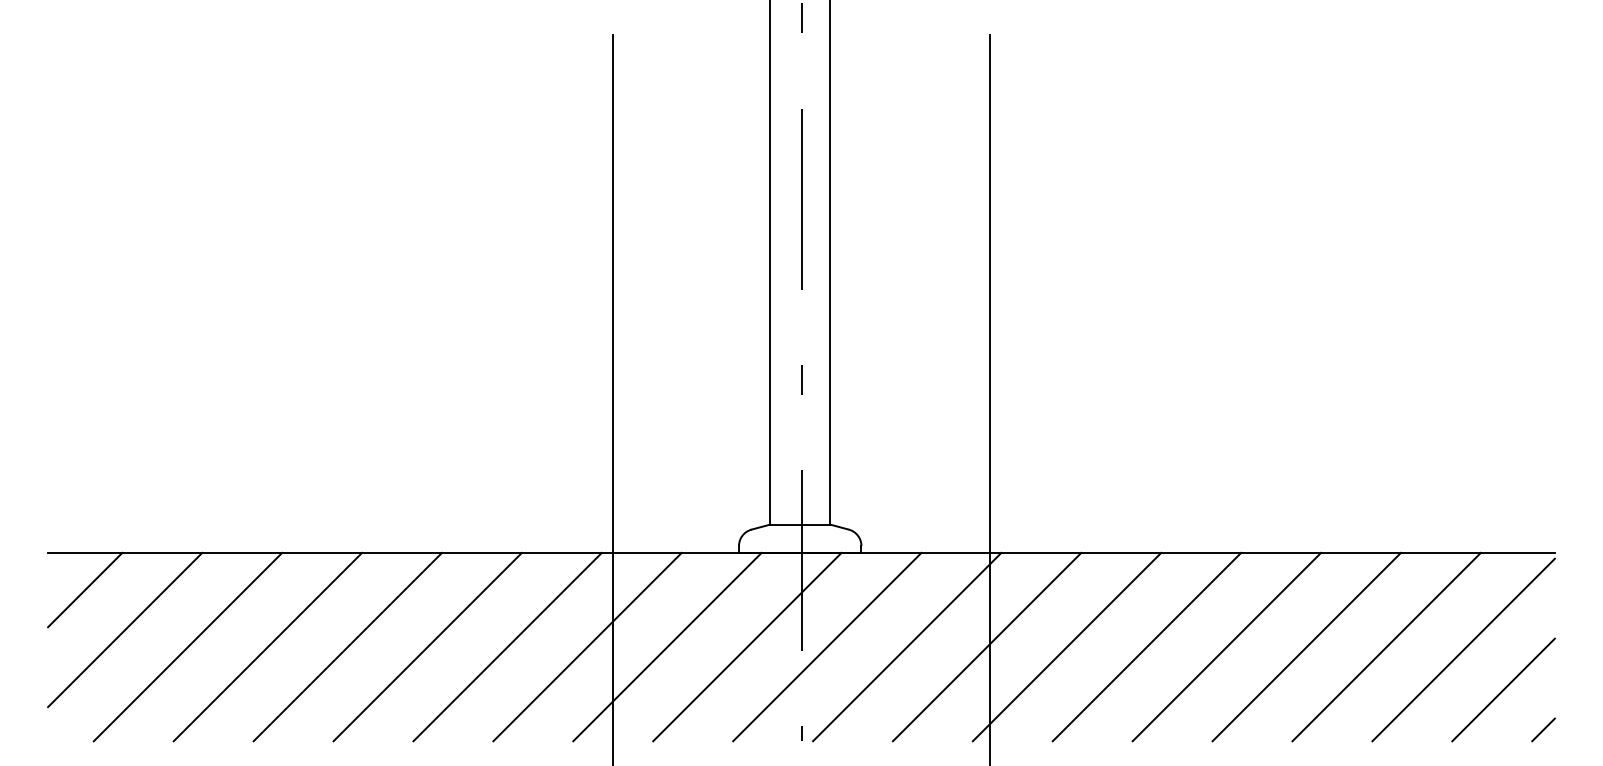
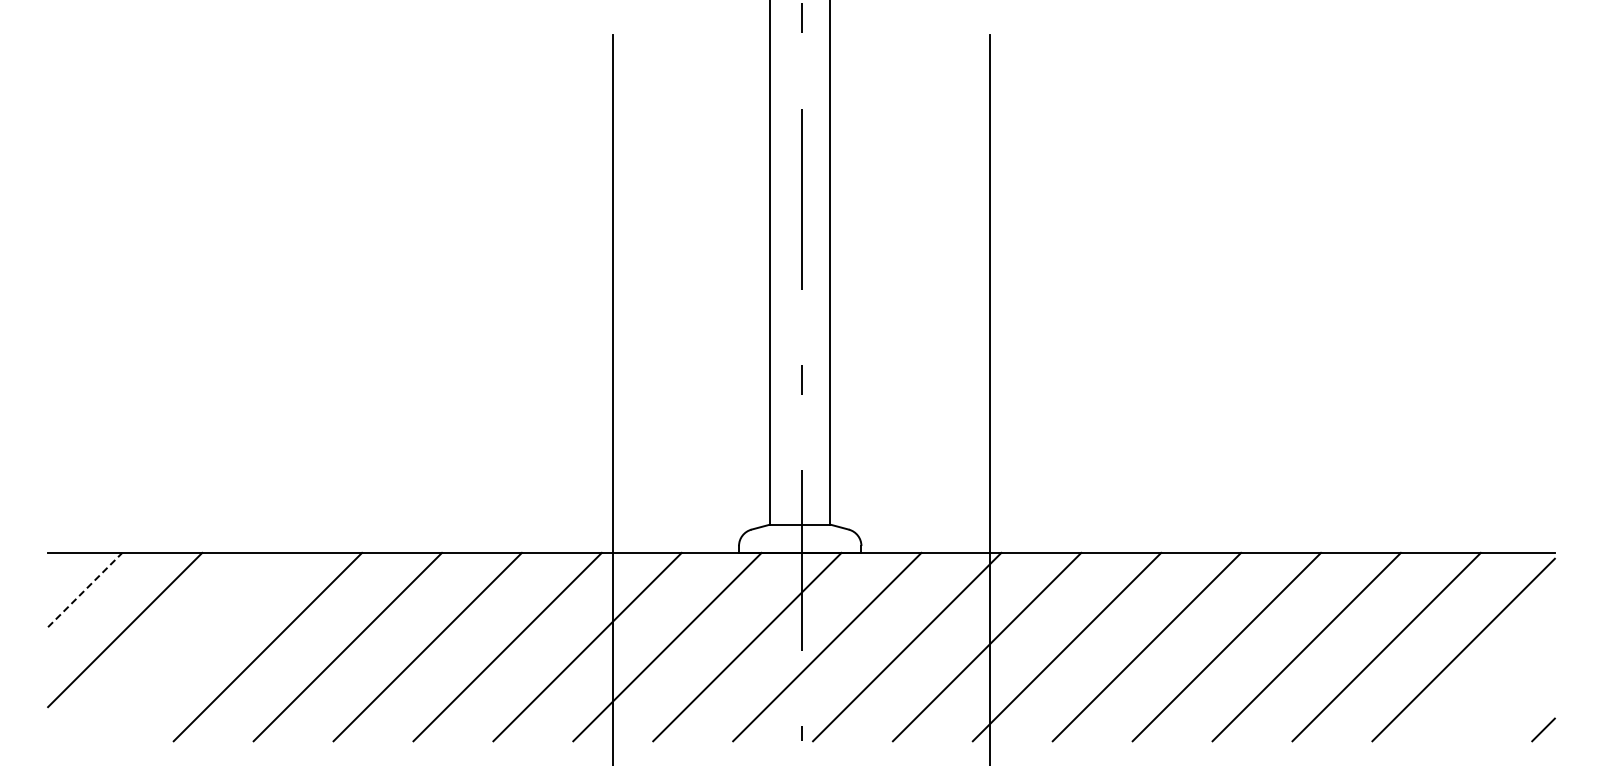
line at (85, 590): solid -> dashed
line at (187, 646): present -> none
line at (1503, 689): present -> none
